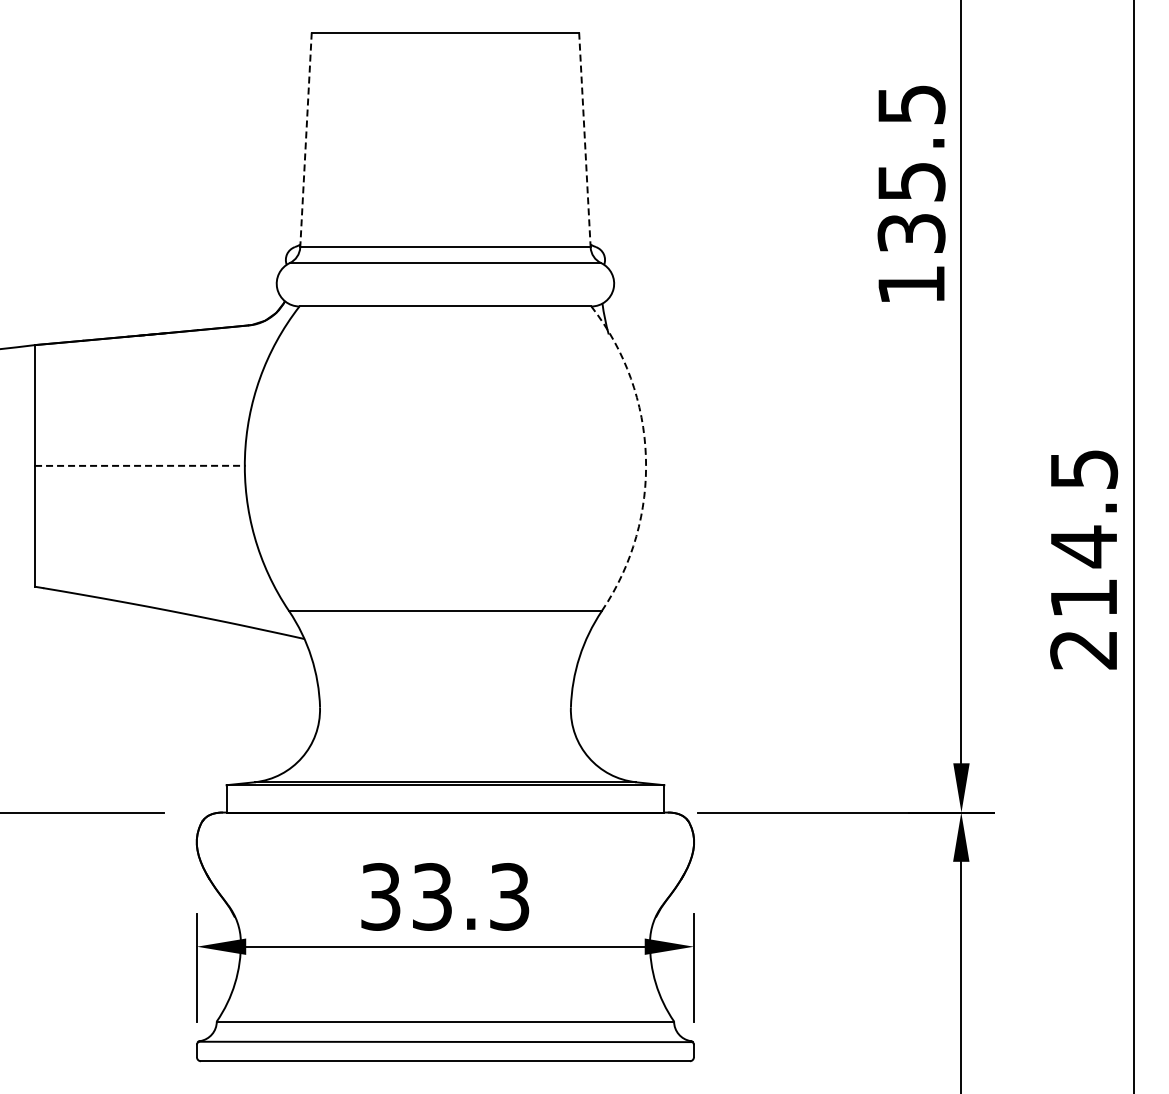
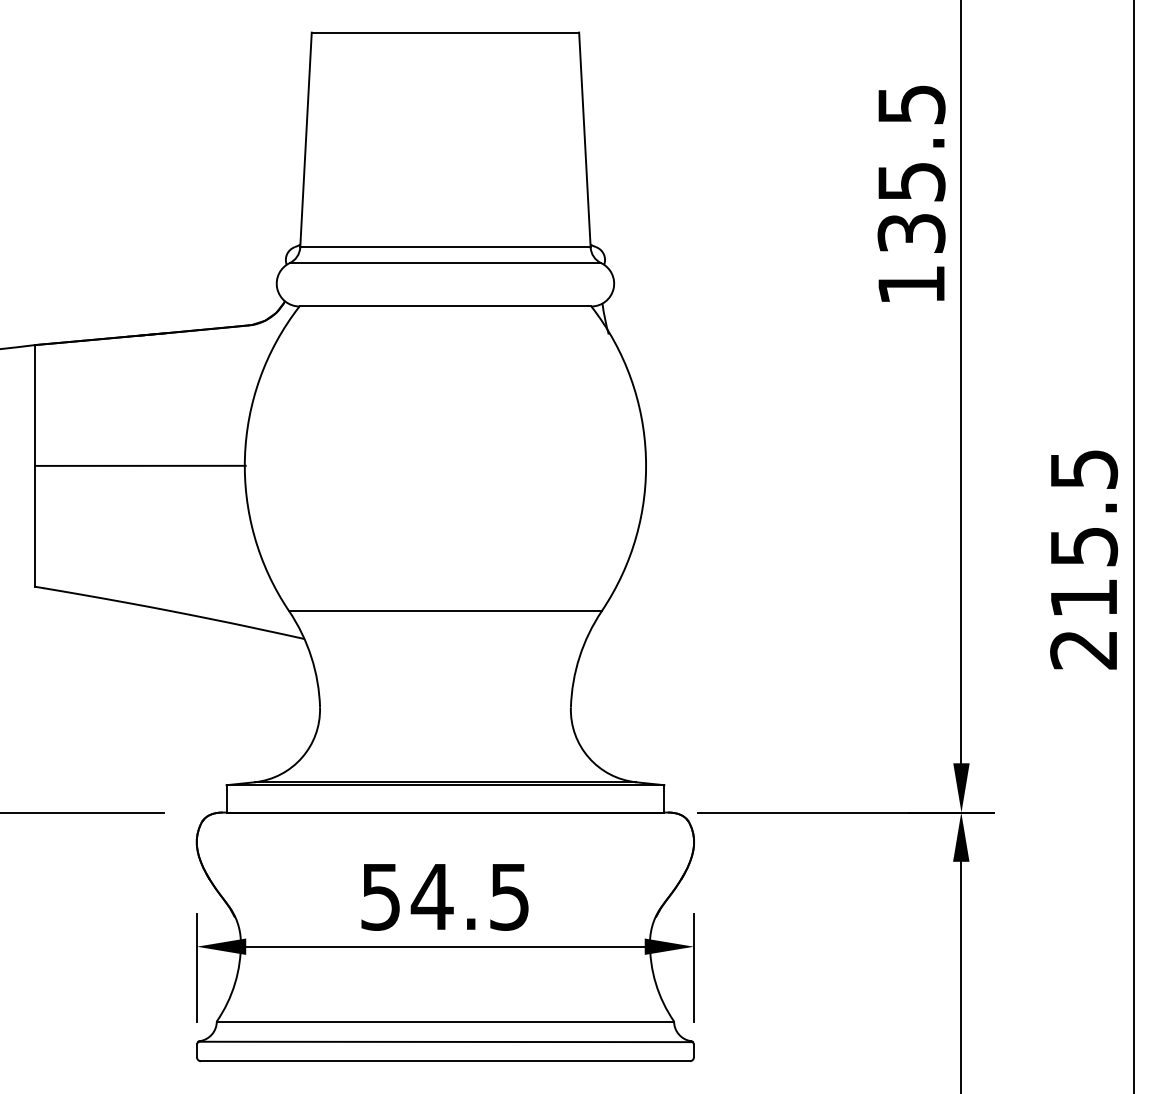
line at (306, 140): dashed -> solid
line at (584, 140): dashed -> solid
arc at (645, 457): dashed -> solid
line at (140, 465): dashed -> solid
text at (1084, 546): 214.5 -> 215.5
text at (445, 896): 33.3 -> 54.5
